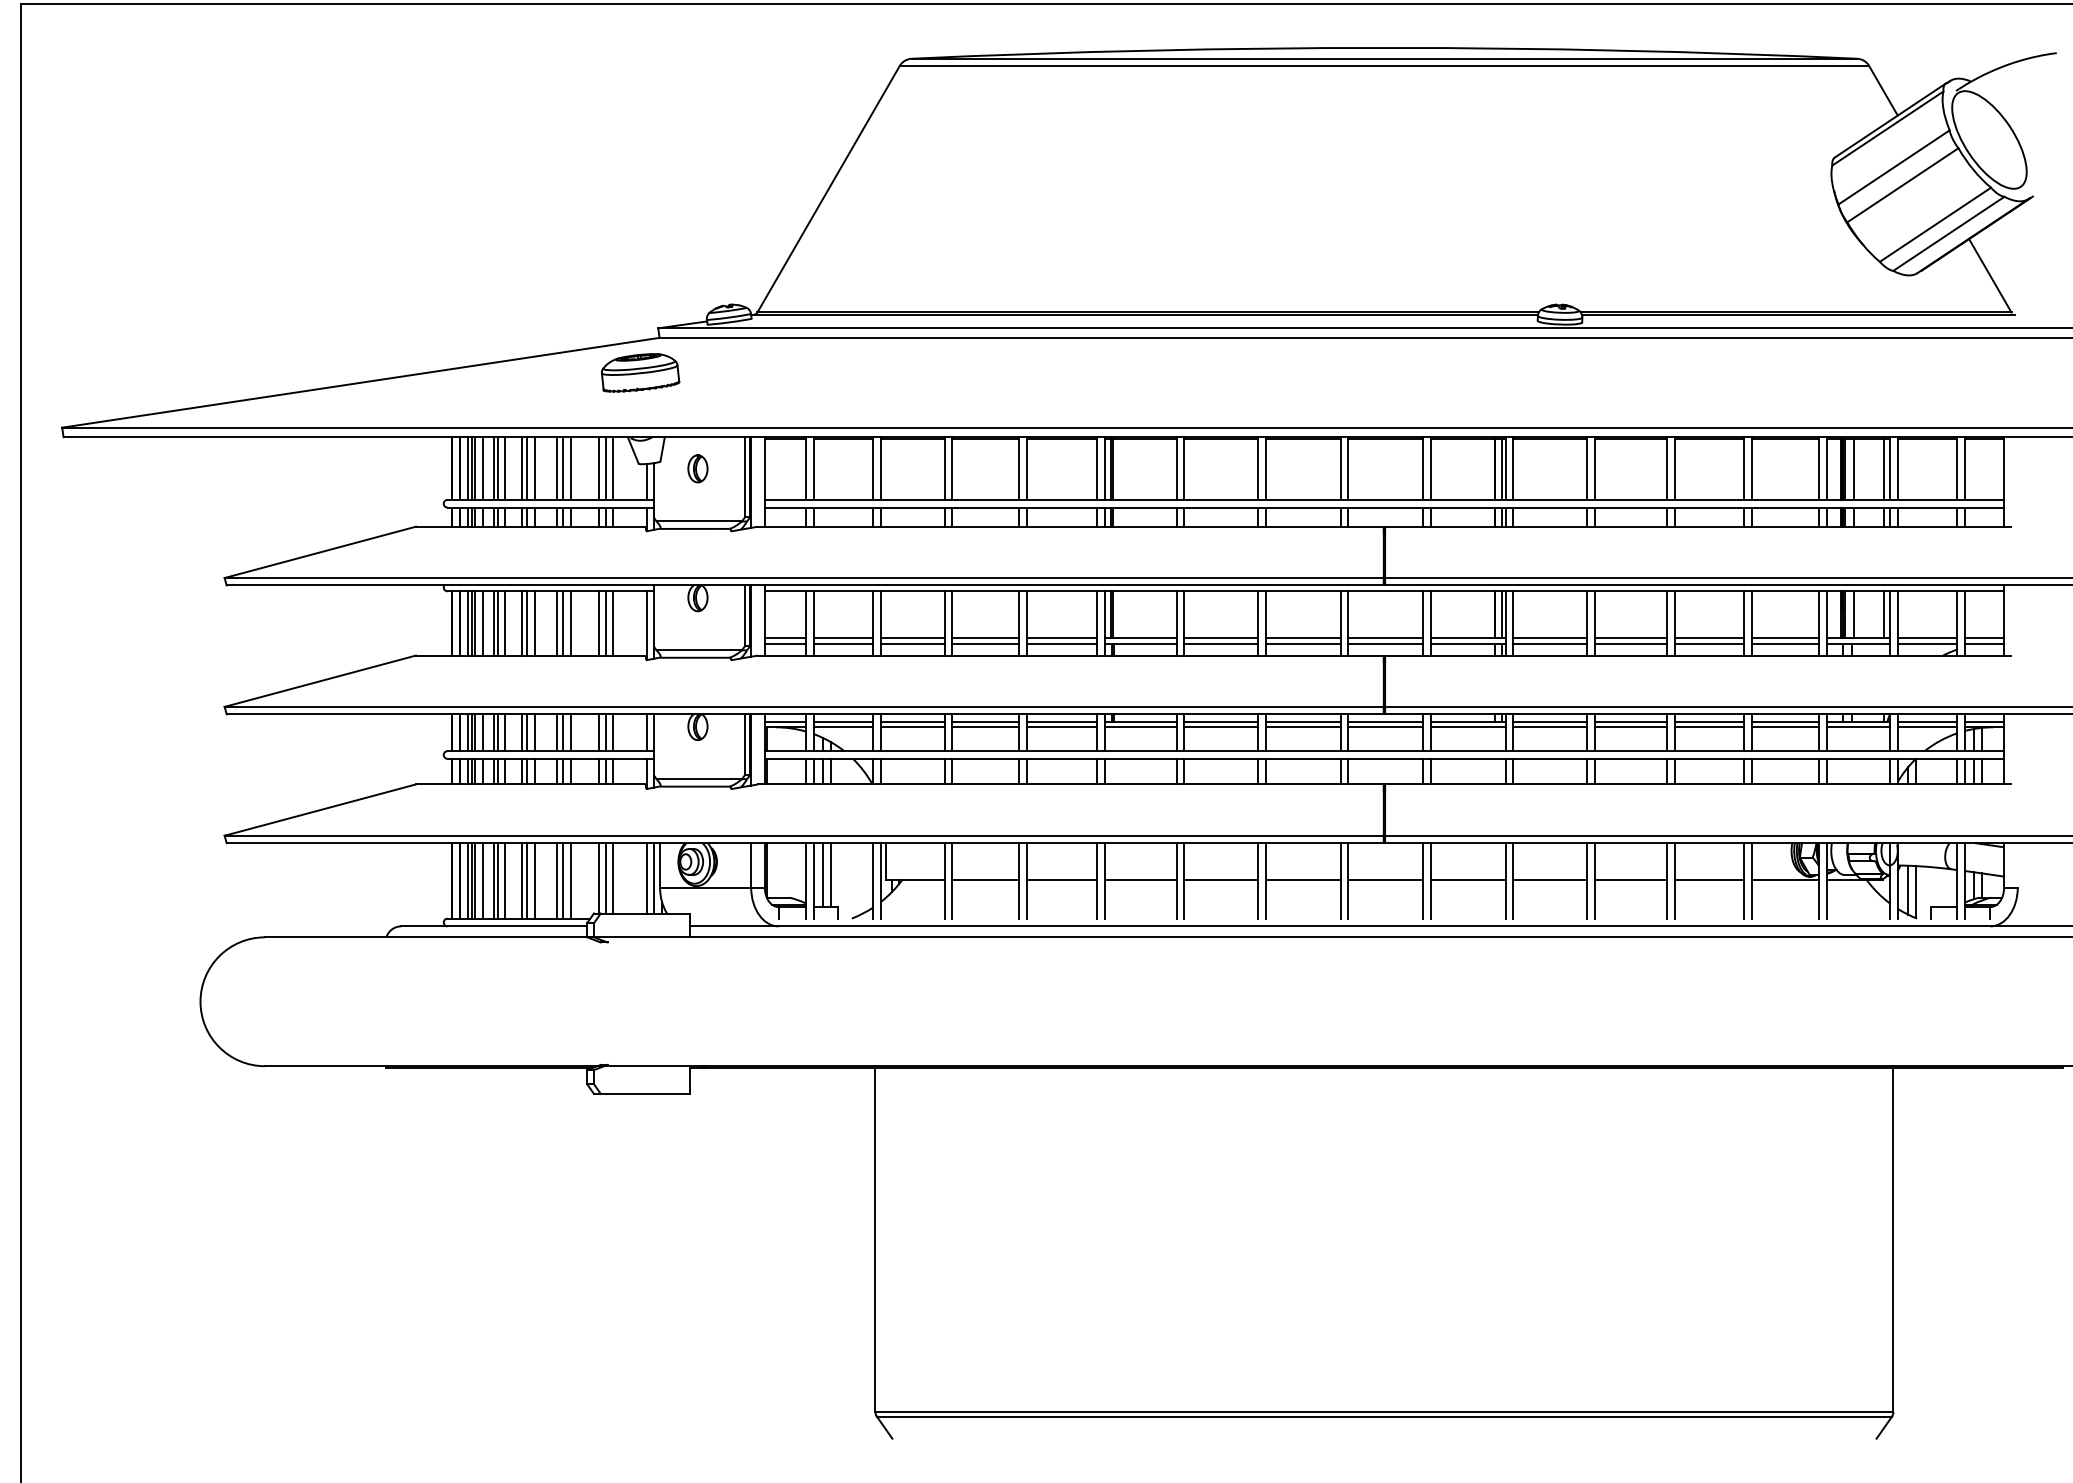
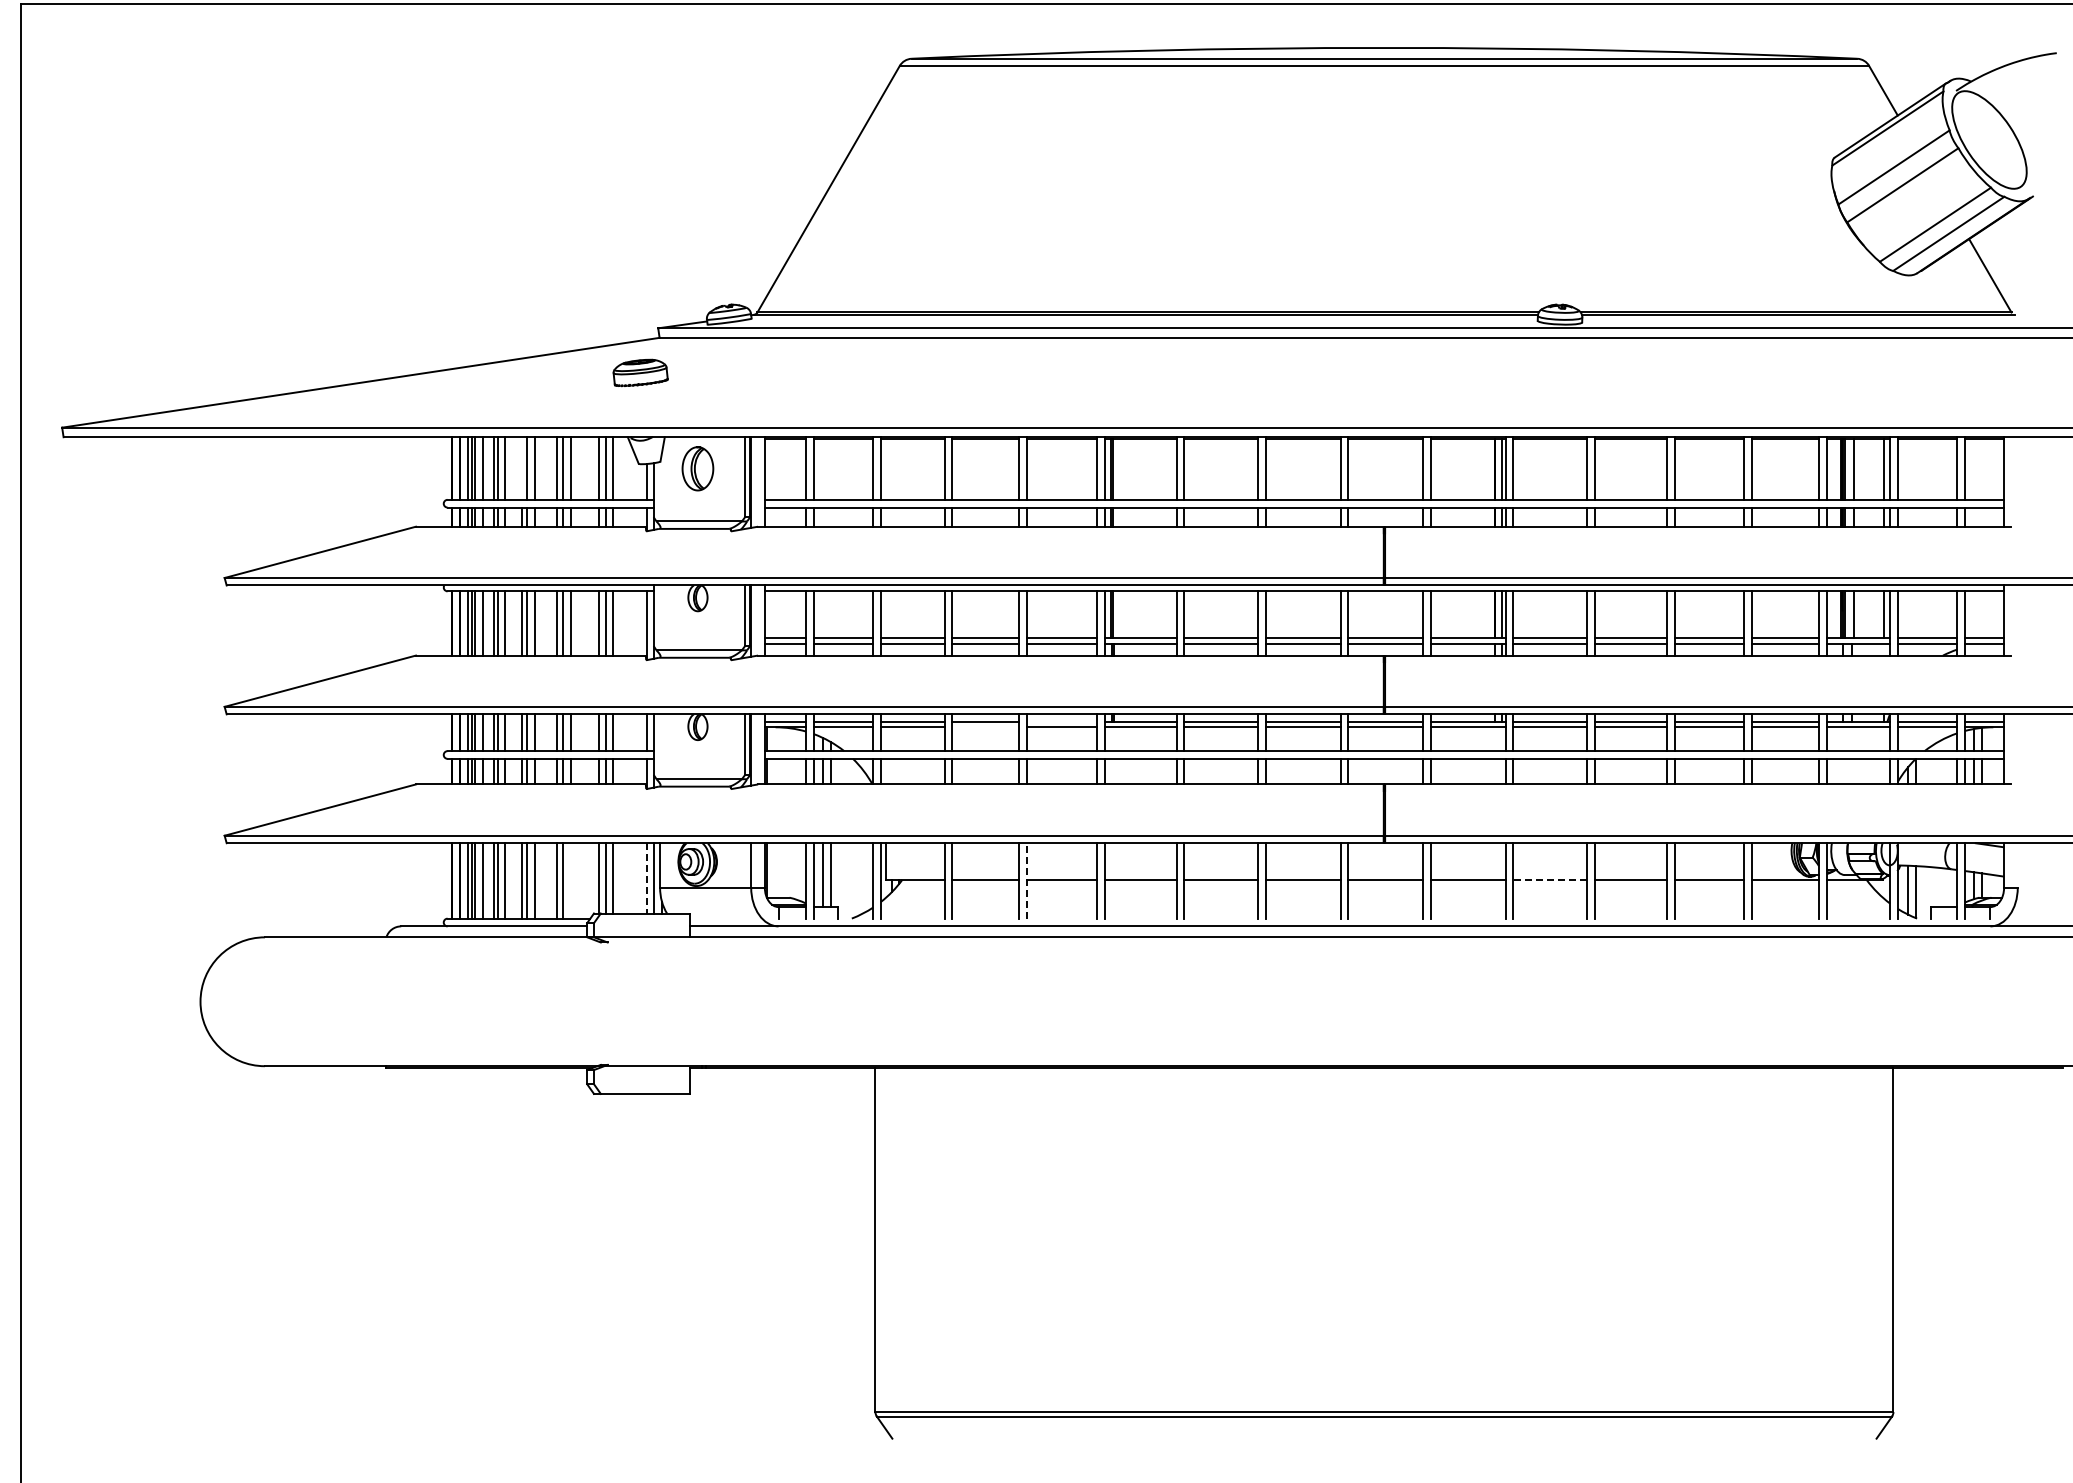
part at (640, 372) size: 80x40 px -> 57x30 px
line at (522, 468): present -> none
part at (697, 468) size: 22x30 px -> 34x46 px
line at (1061, 722): present -> none
line at (985, 727): present -> none
line at (646, 878): solid -> dashed
line at (570, 880): present -> none
line at (1026, 880): solid -> dashed
line at (1550, 880): solid -> dashed
